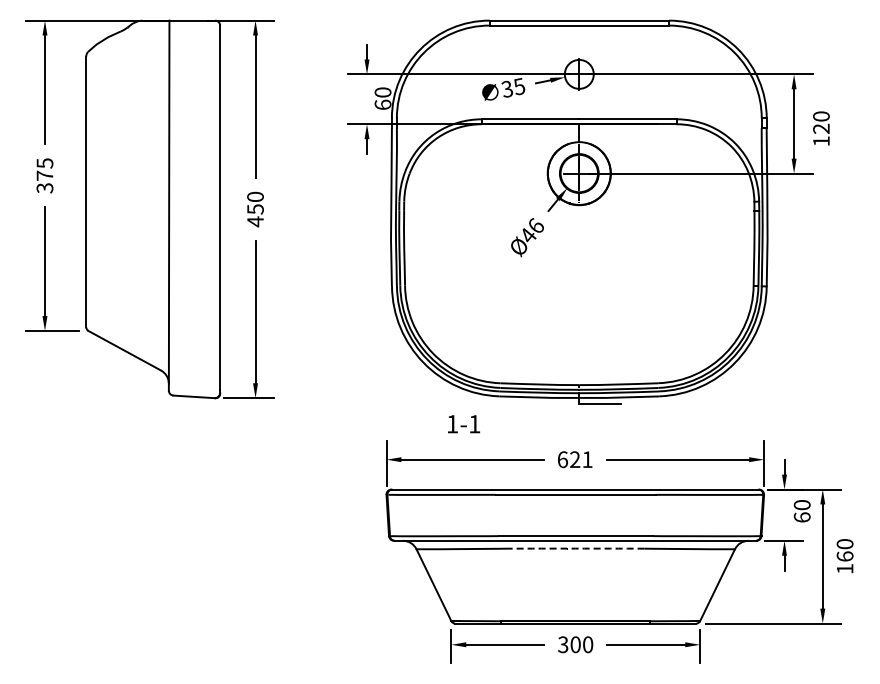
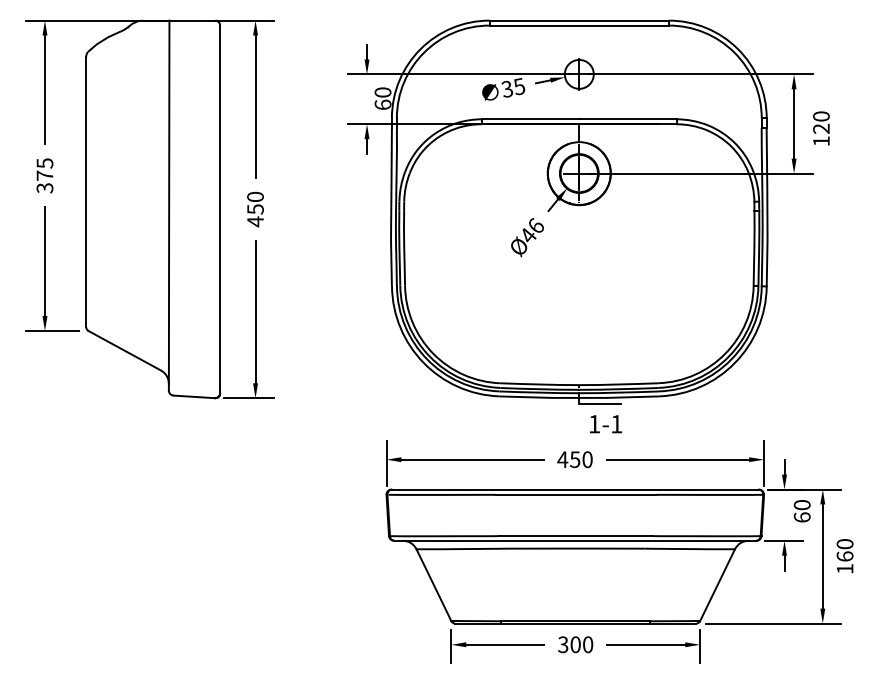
text at (463, 424) position: (463, 424) -> (605, 424)
text at (574, 459): 621 -> 450
arc at (575, 548): dashed -> solid
